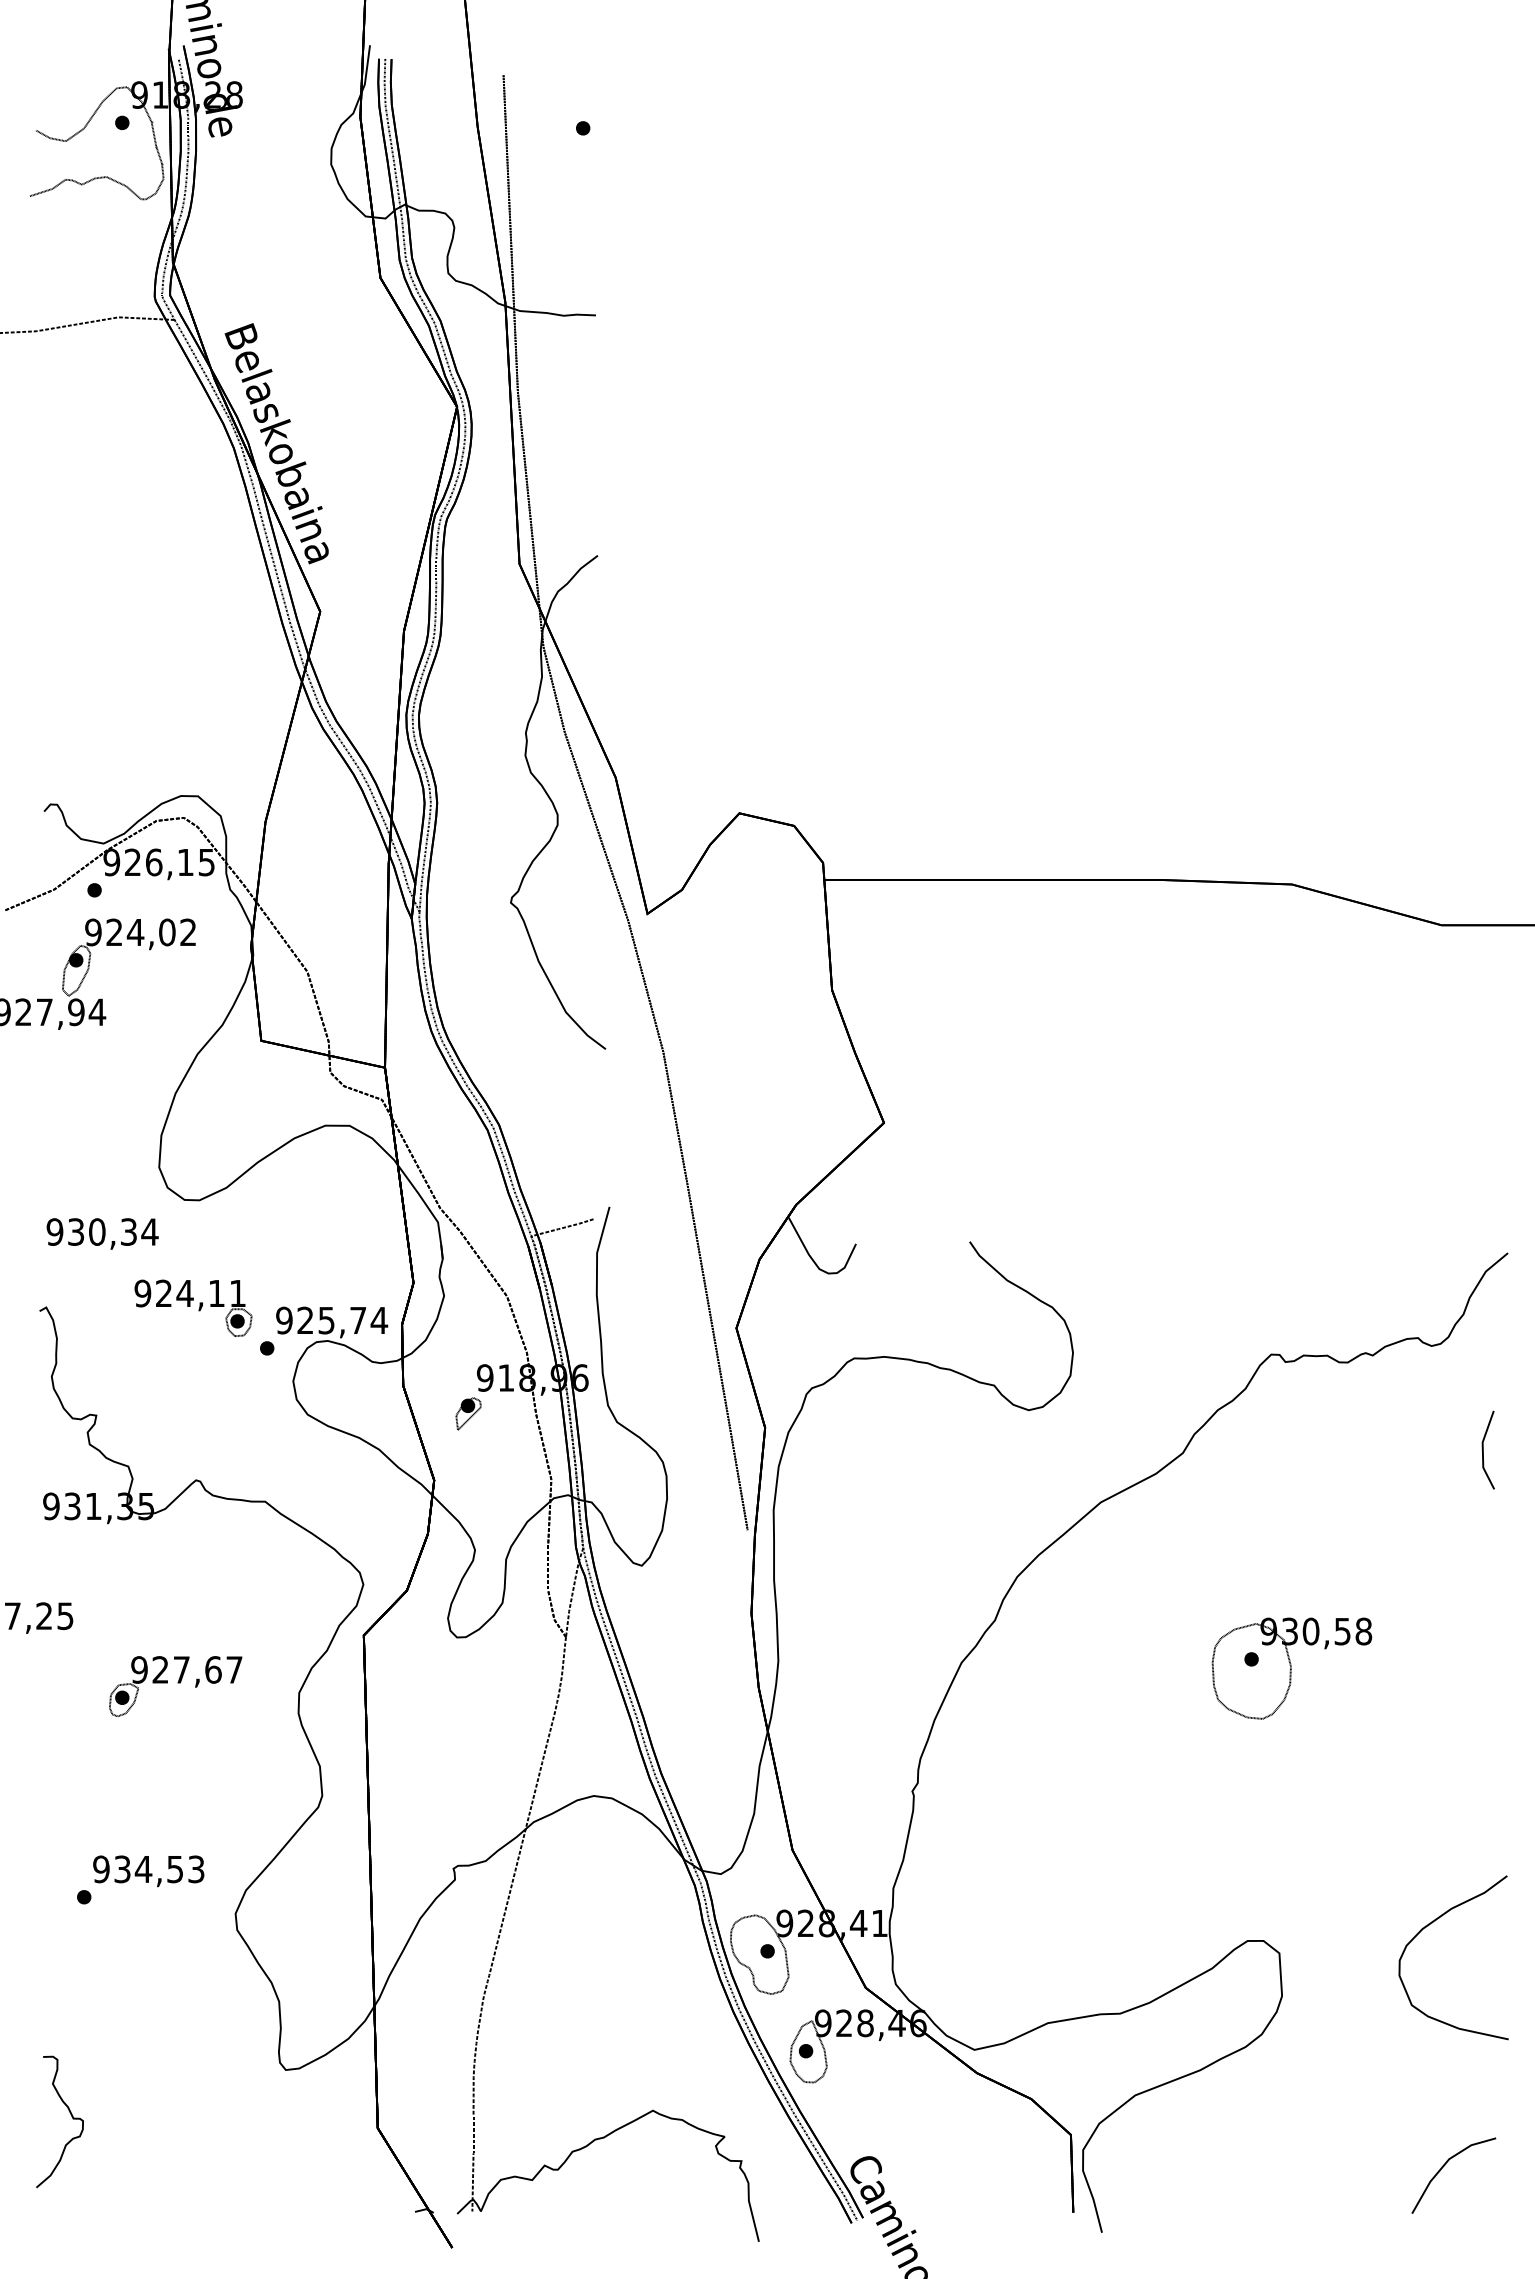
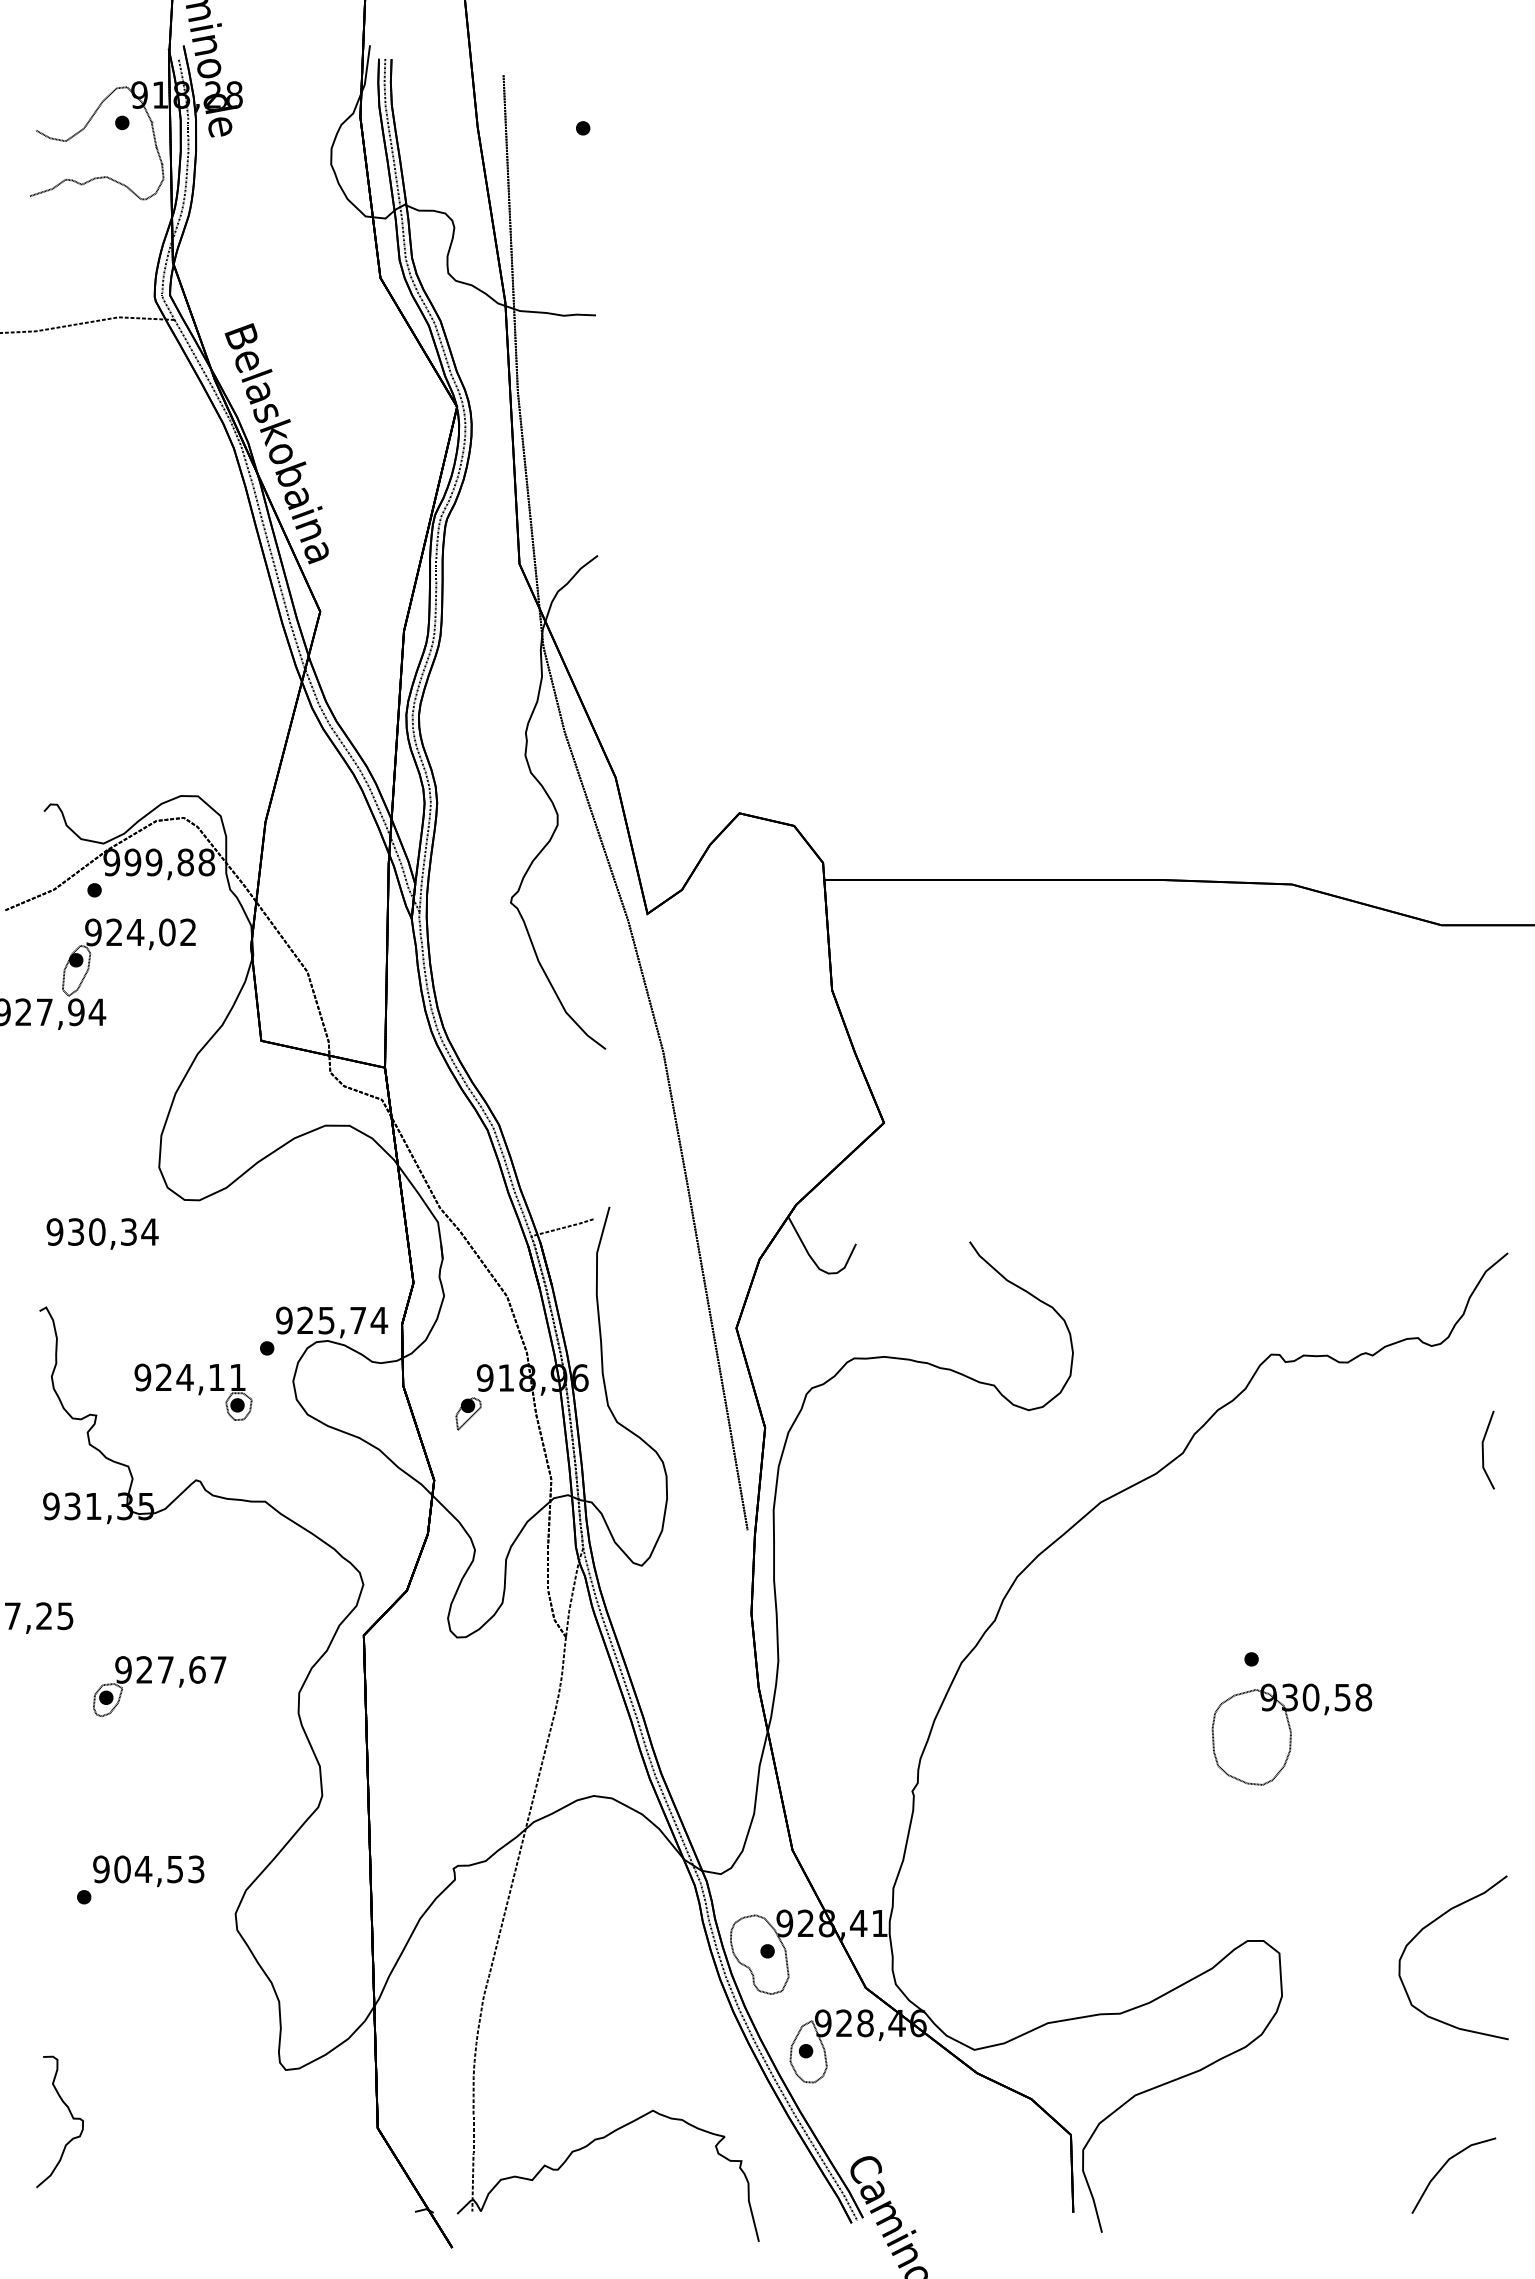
text at (169, 862): 926,15 -> 999,88
part at (193, 1307) position: (193, 1307) -> (193, 1391)
part at (1291, 1668) position: (1291, 1668) -> (1291, 1734)
part at (175, 1686) position: (175, 1686) -> (159, 1686)
text at (122, 1869): 934,53 -> 904,53
